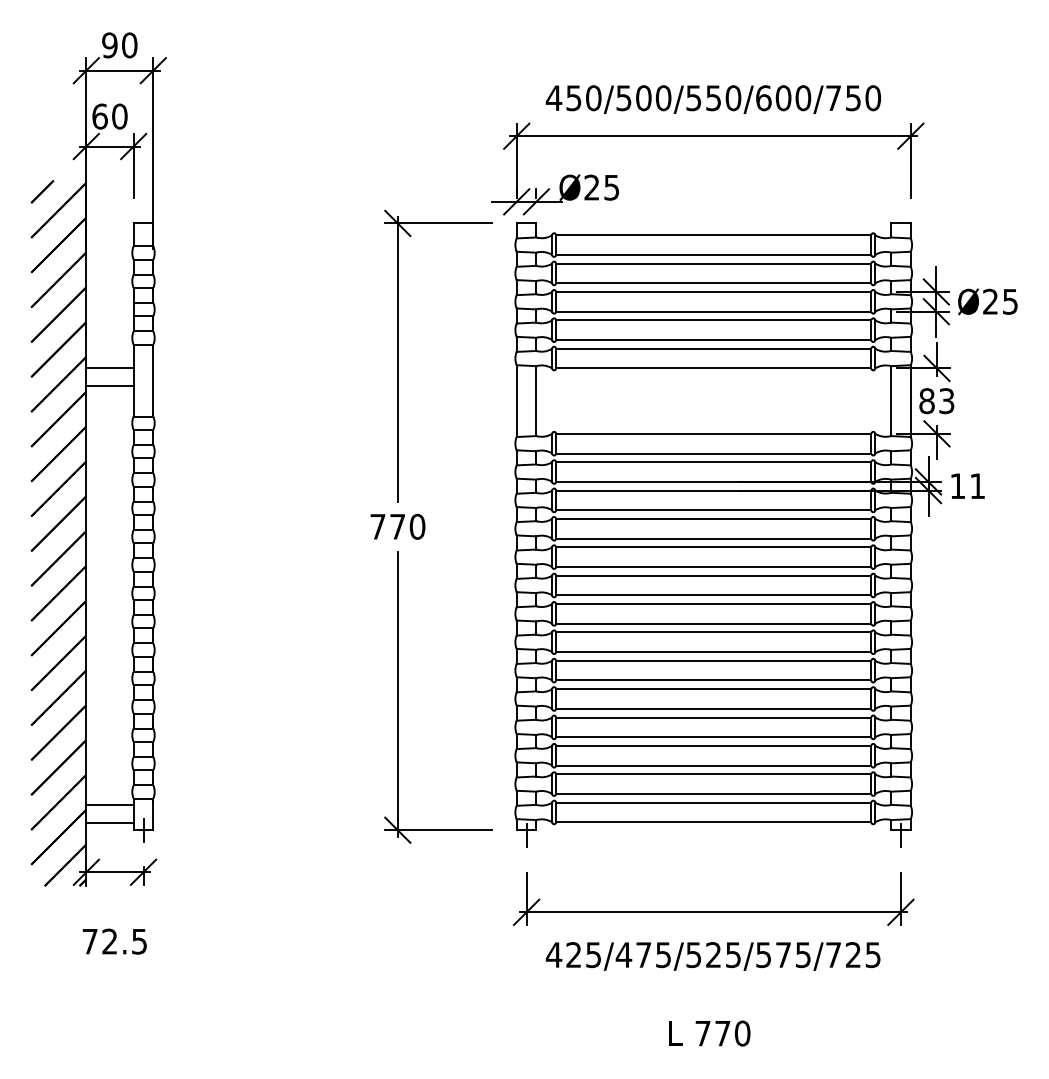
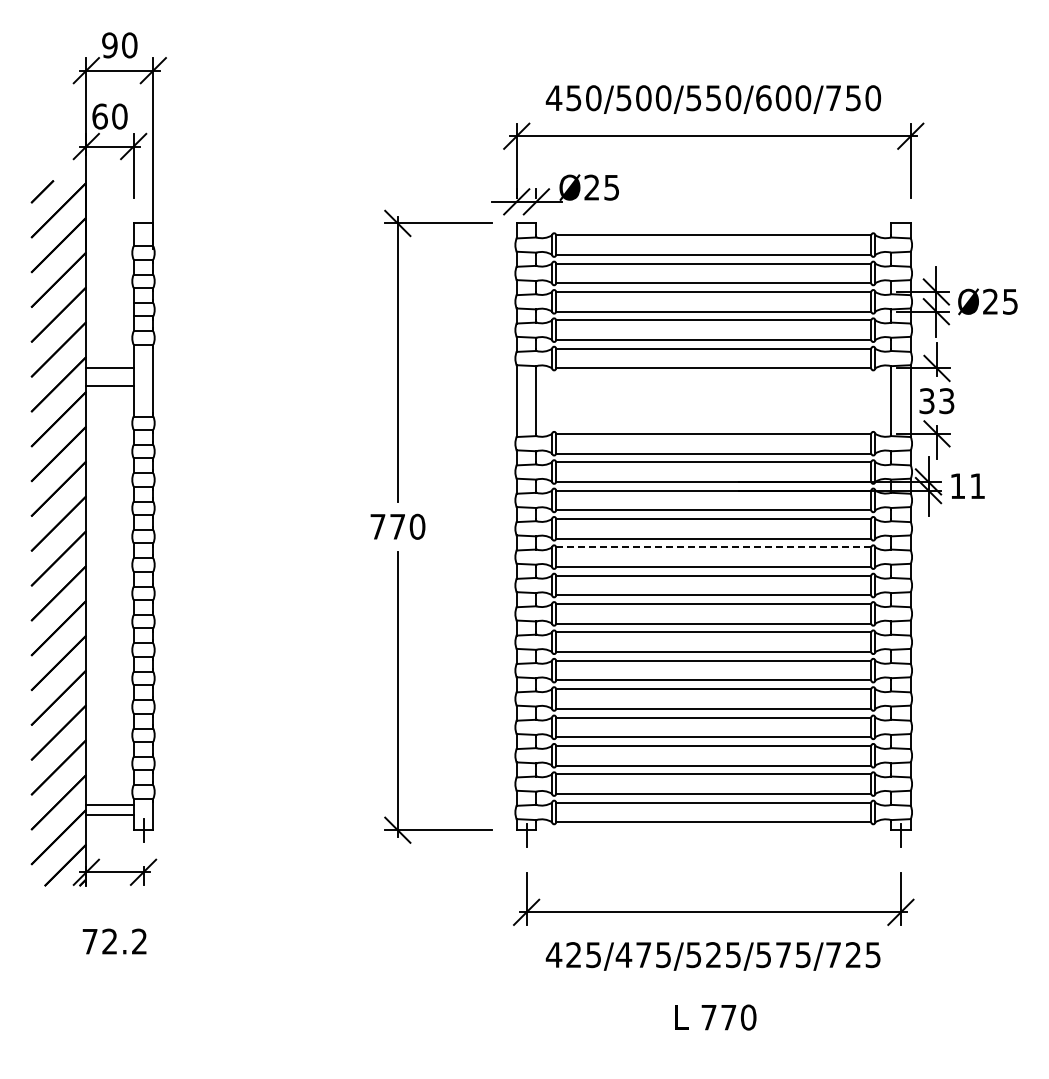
text at (926, 401): 83 -> 33
line at (713, 547): solid -> dashed
line at (109, 822) position: (109, 822) -> (109, 814)
text at (139, 941): 72.5 -> 72.2
text at (709, 1033) position: (709, 1033) -> (715, 1017)
